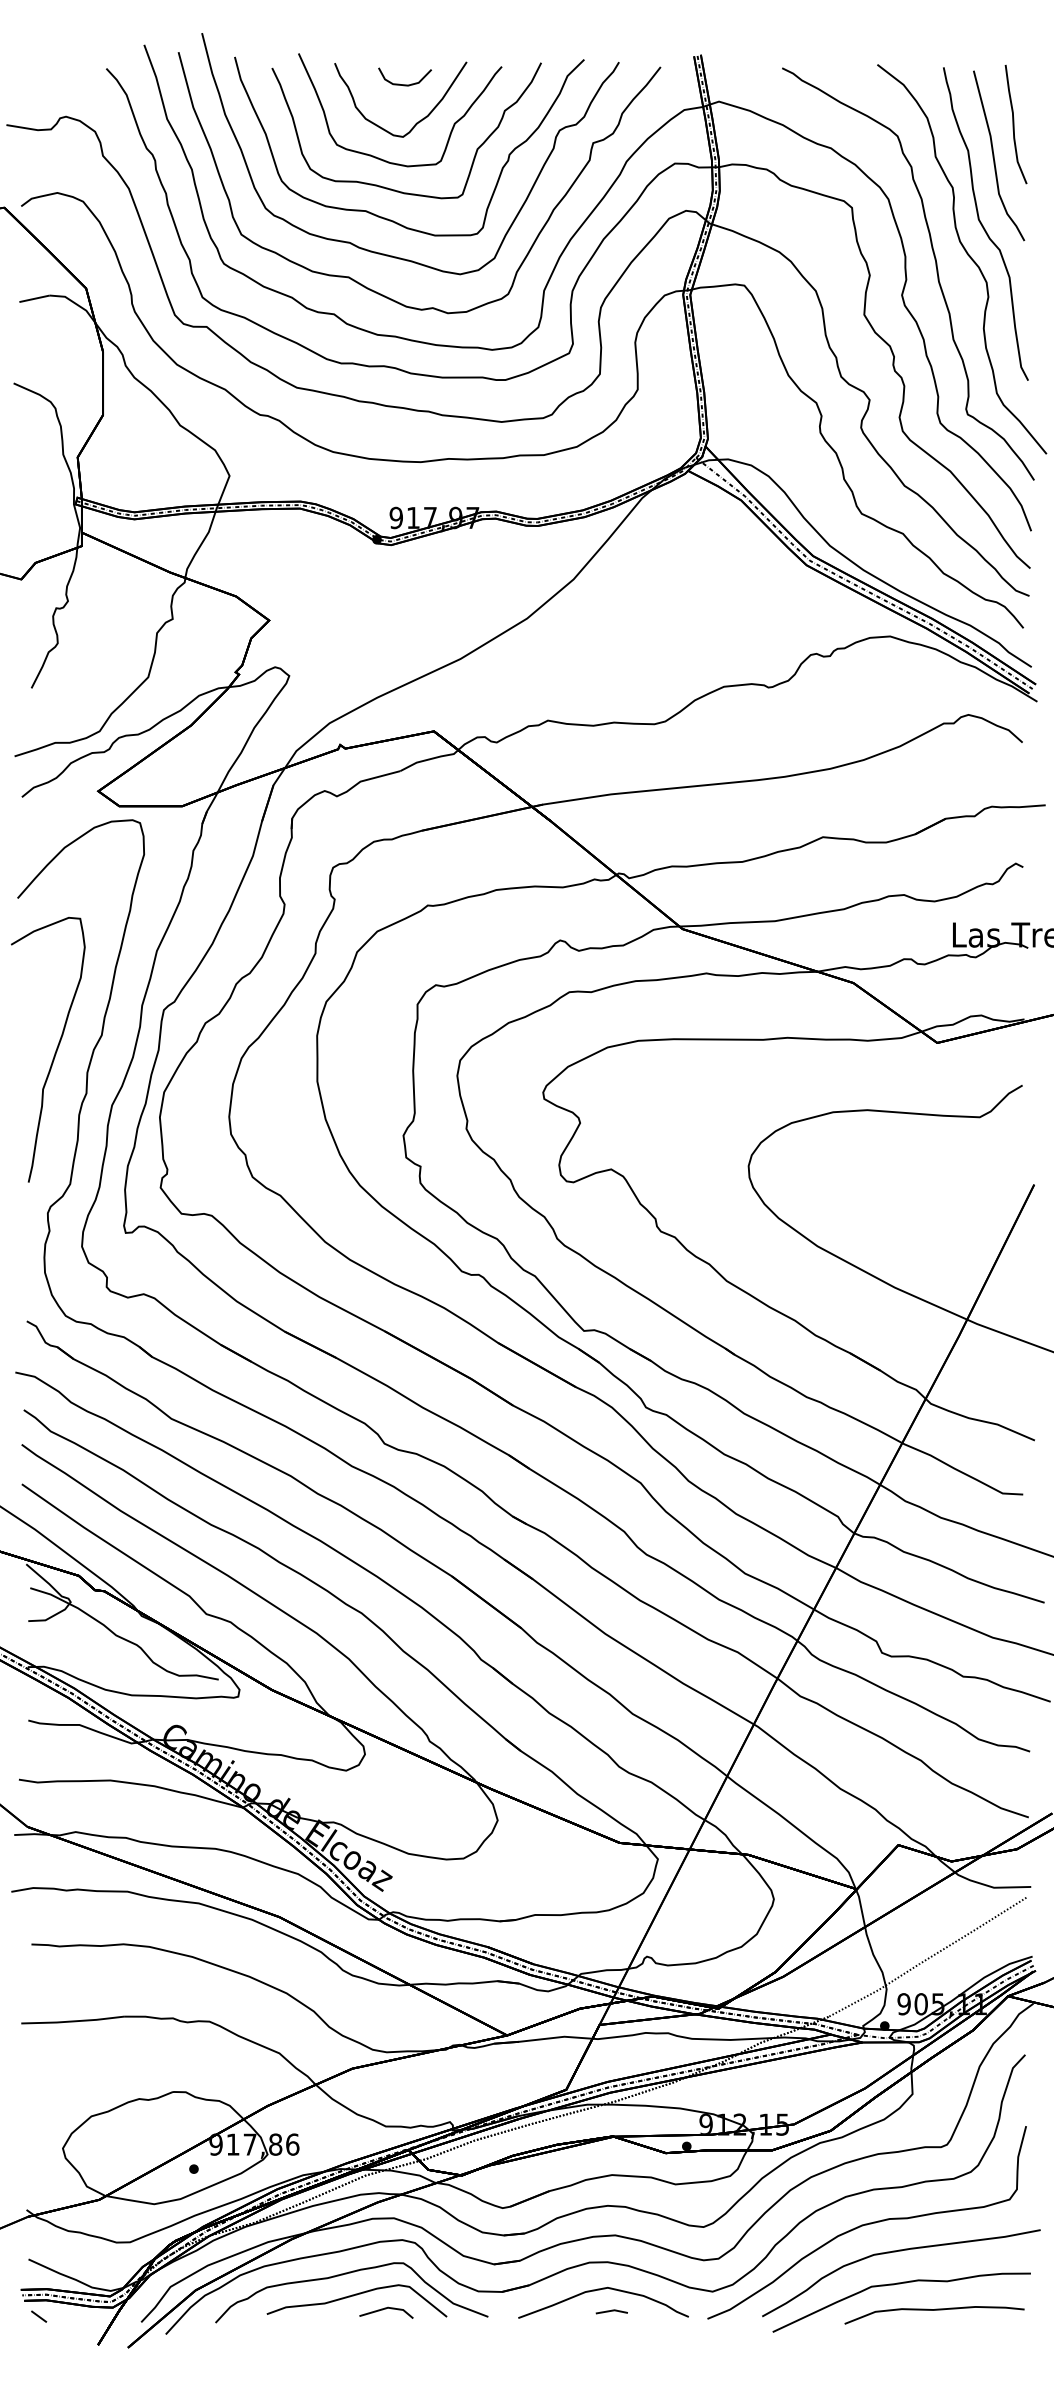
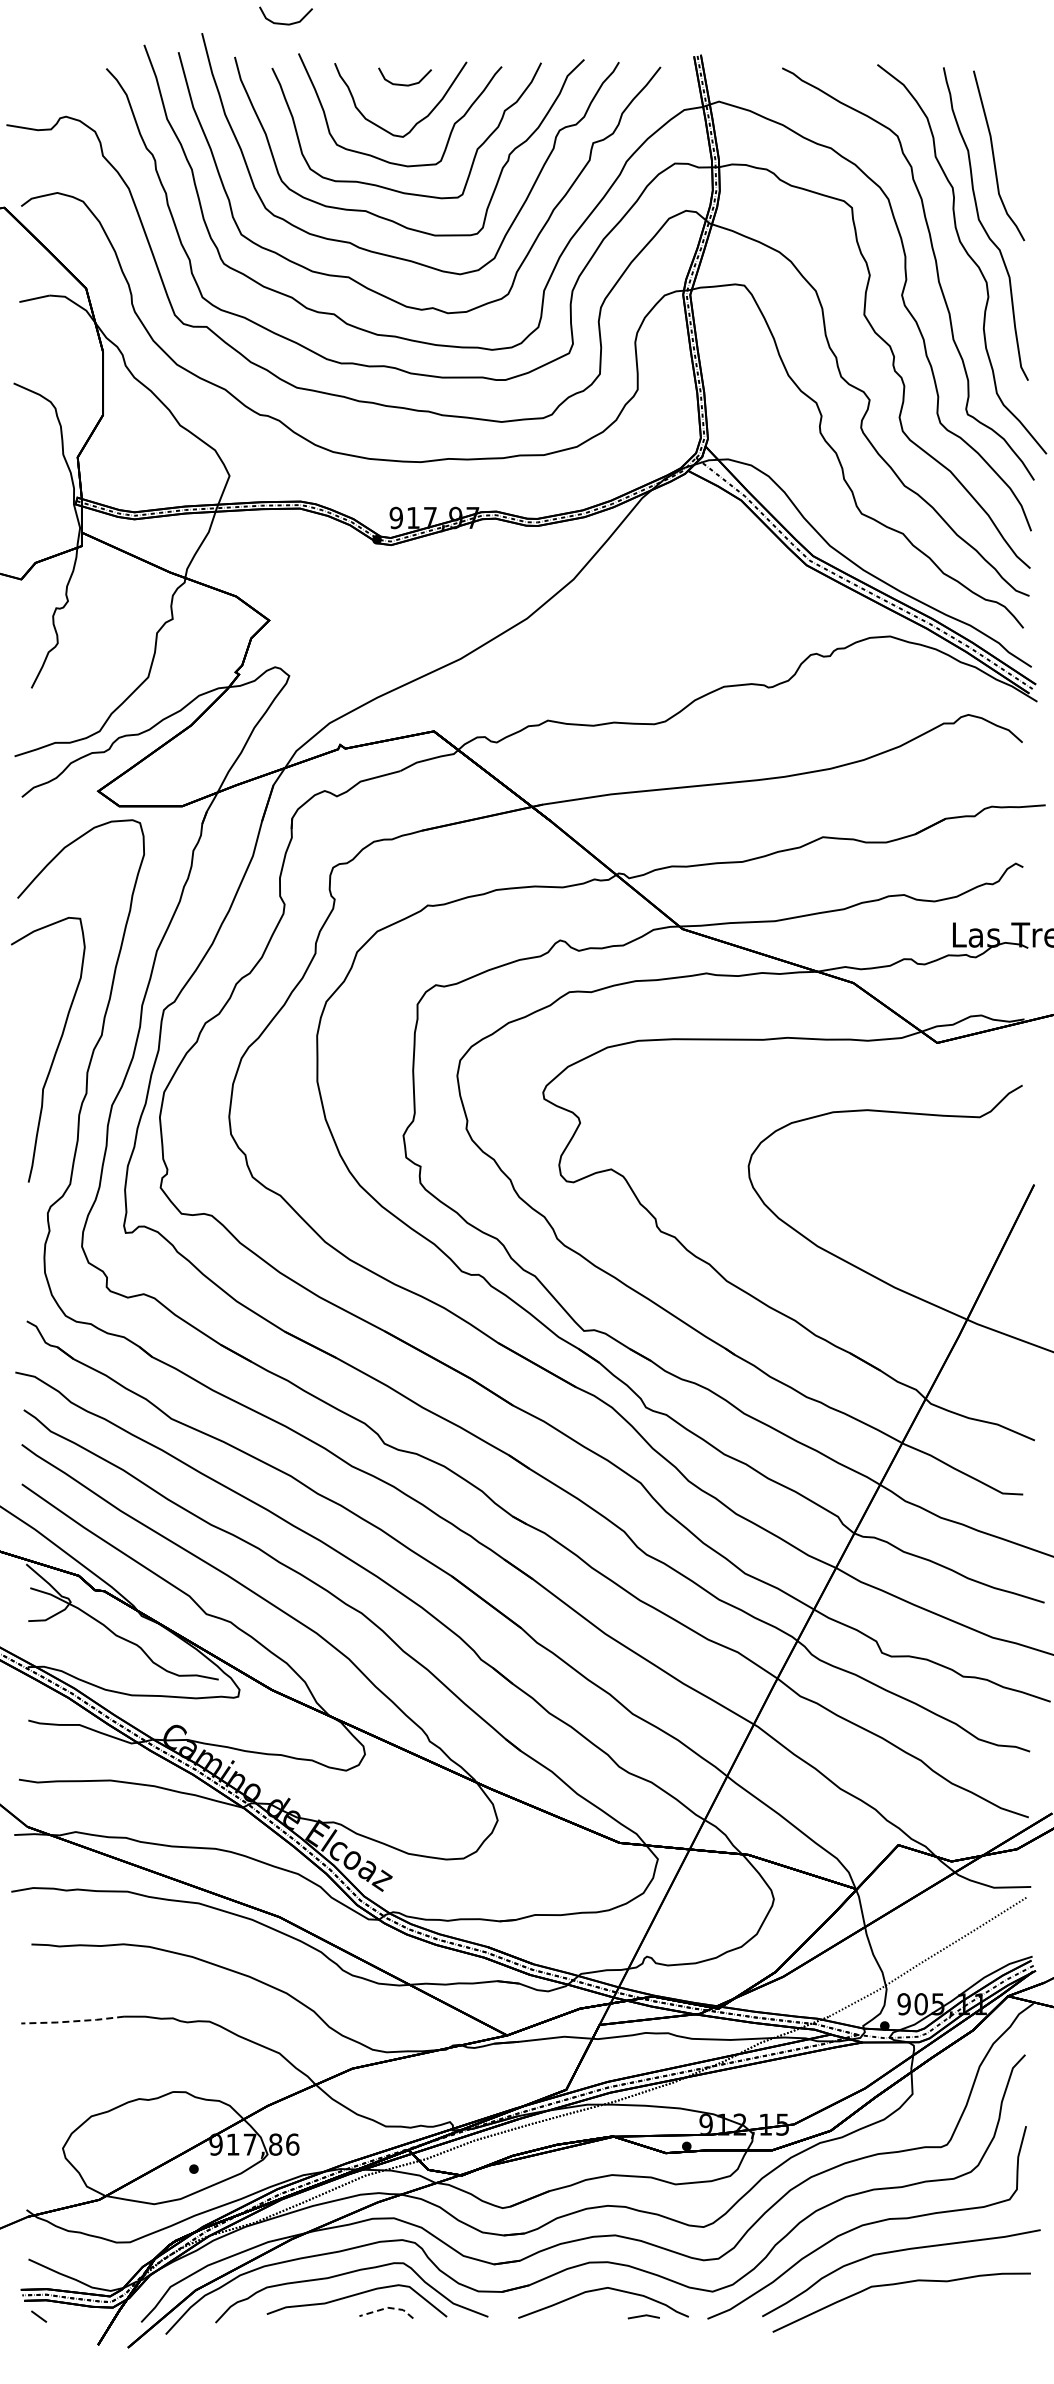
curve at (285, 23): none -> present
curve at (1014, 124): present -> none
line at (72, 2021): solid -> dashed
line at (388, 2307): solid -> dashed
curve at (934, 2310): present -> none
line at (611, 2311) position: (611, 2311) -> (643, 2316)
